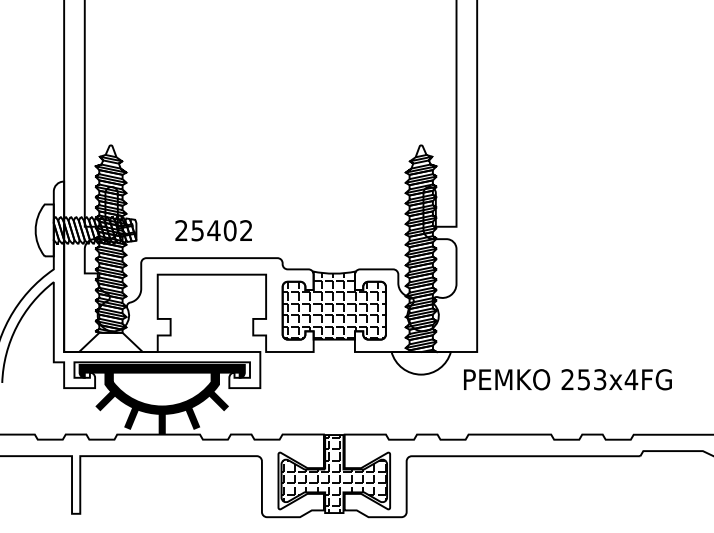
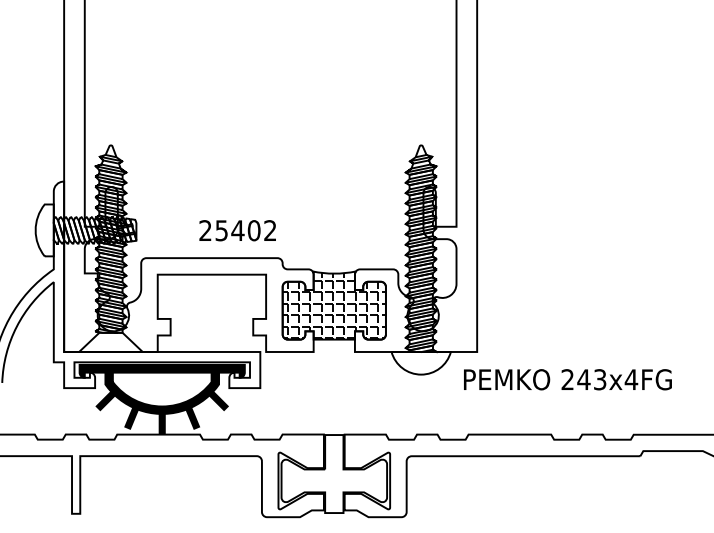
text at (213, 230) position: (213, 230) -> (237, 230)
text at (583, 379): 253x4FG -> 243x4FG
hatch at (333, 474): present -> none
